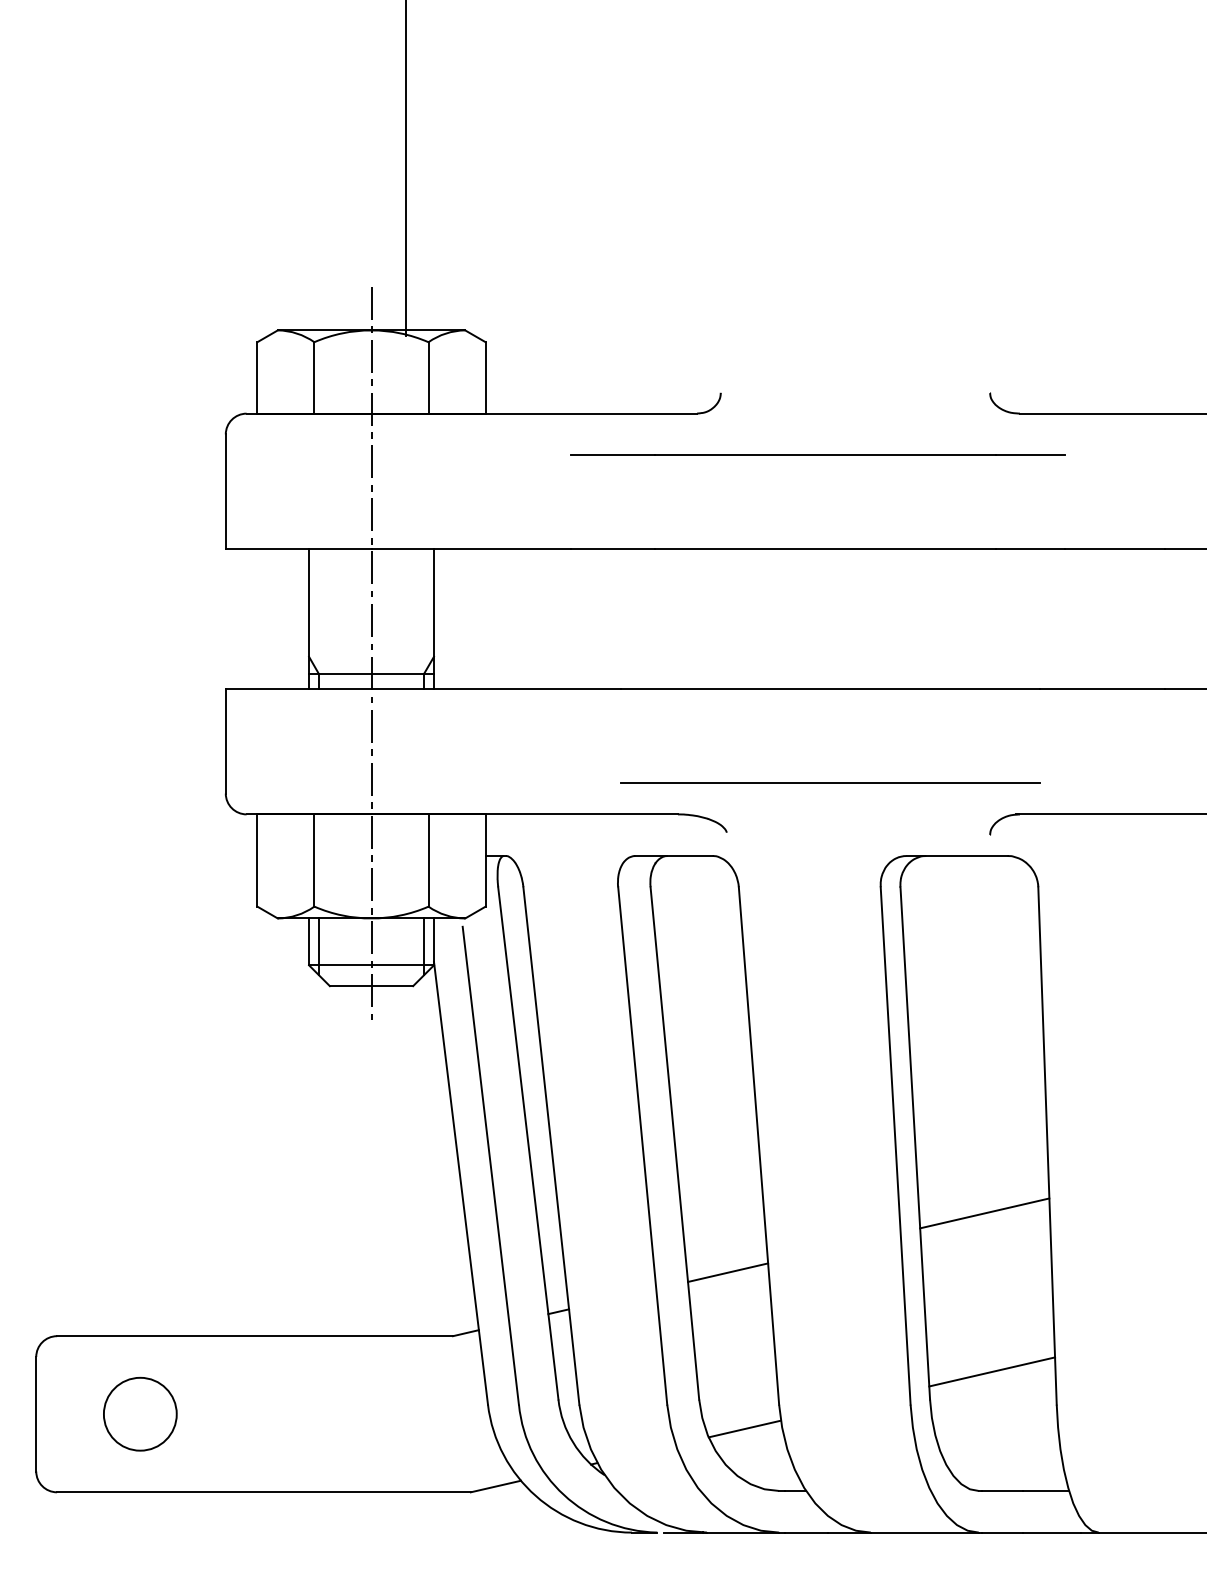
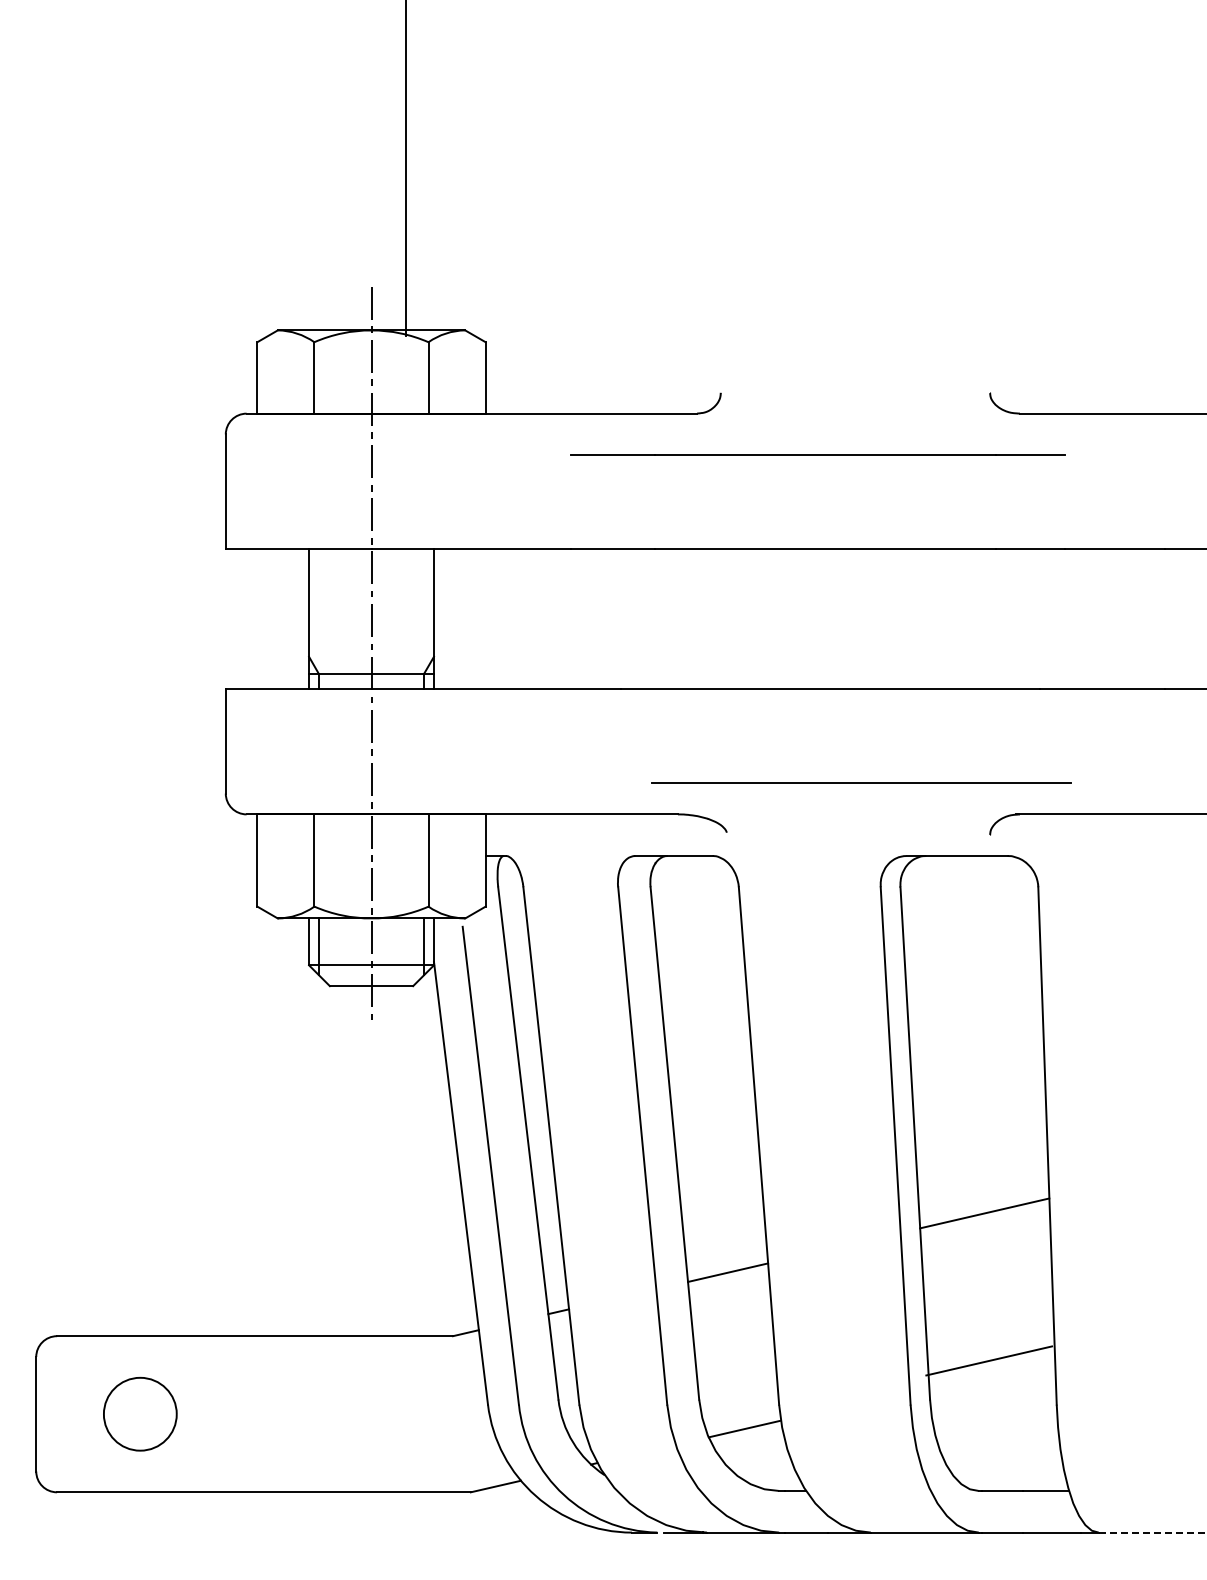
line at (830, 782) position: (830, 782) -> (861, 782)
line at (992, 1371) position: (992, 1371) -> (989, 1360)
line at (1152, 1532): solid -> dashed
